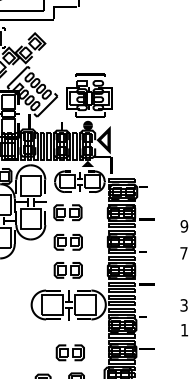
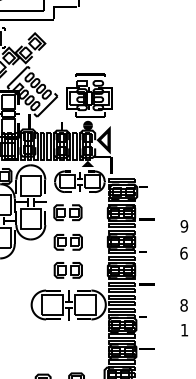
text at (183, 253): 7 -> 6
text at (183, 305): 3 -> 8
part at (69, 352): present -> none
